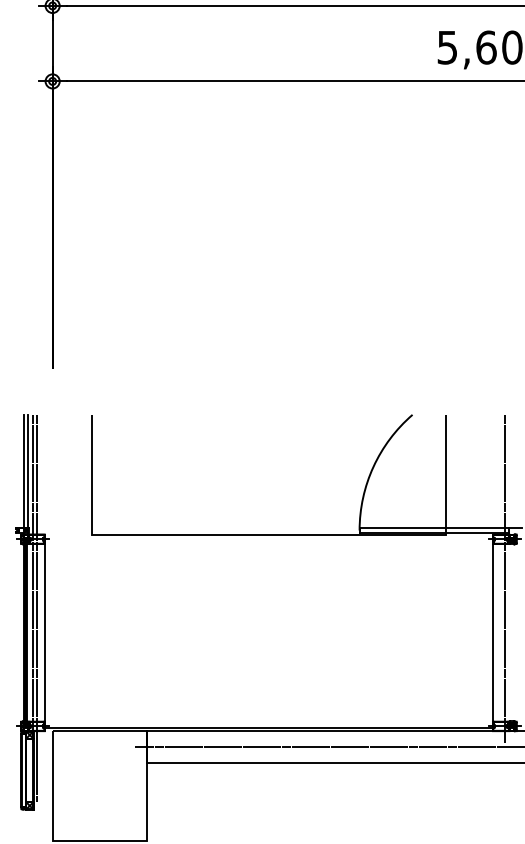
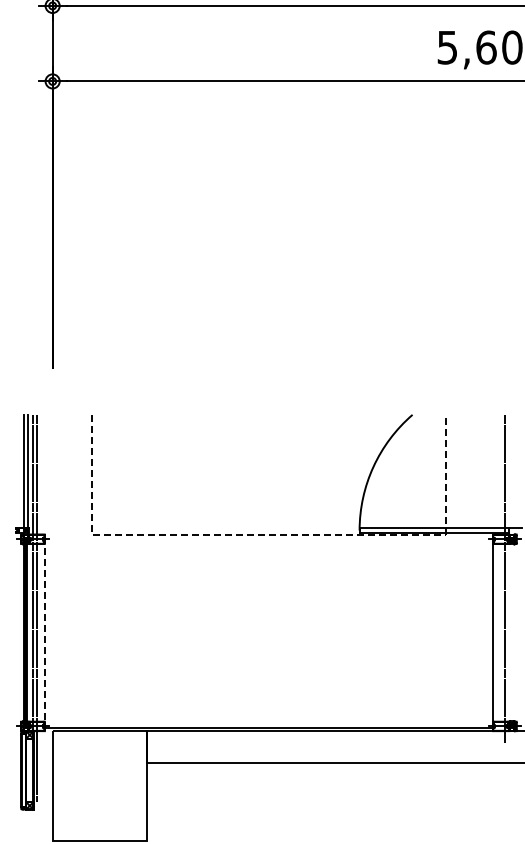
line at (268, 534): solid -> dashed
line at (44, 637): solid -> dashed
line at (328, 746): present -> none
